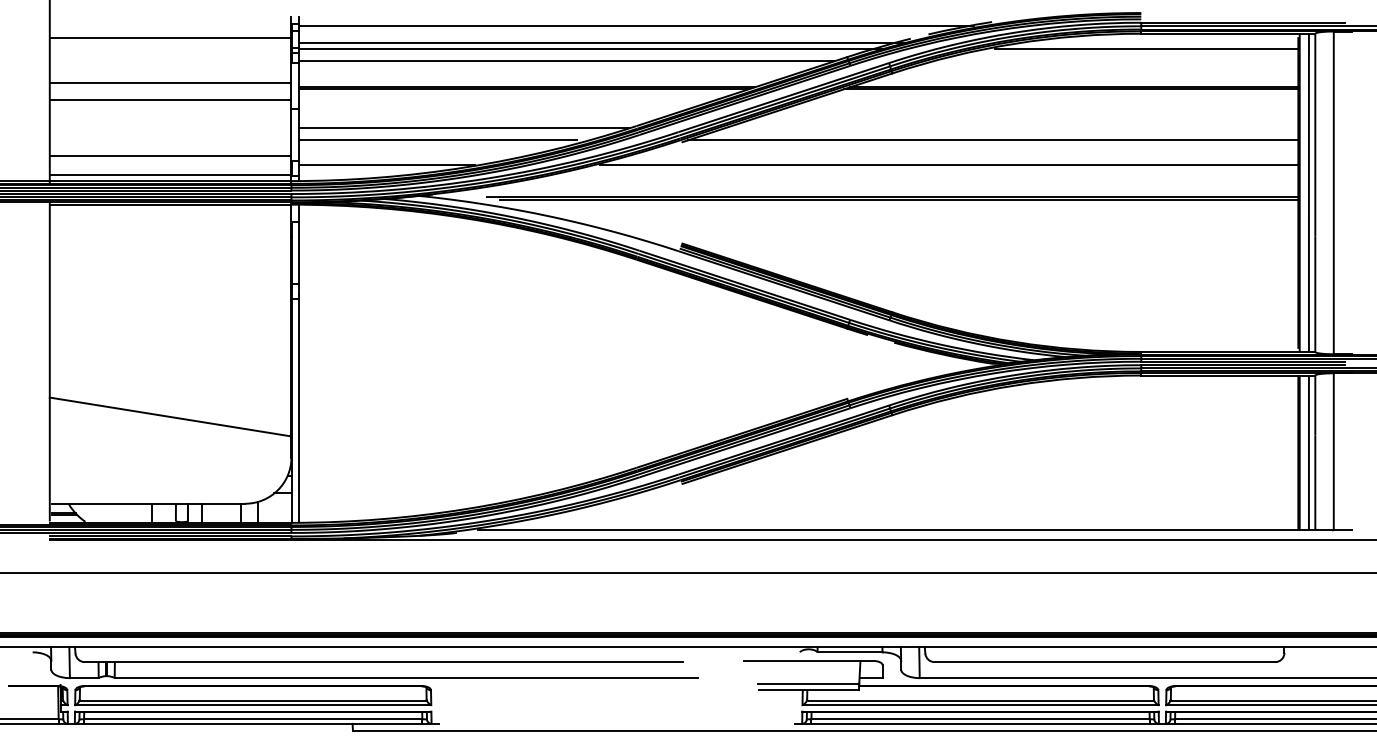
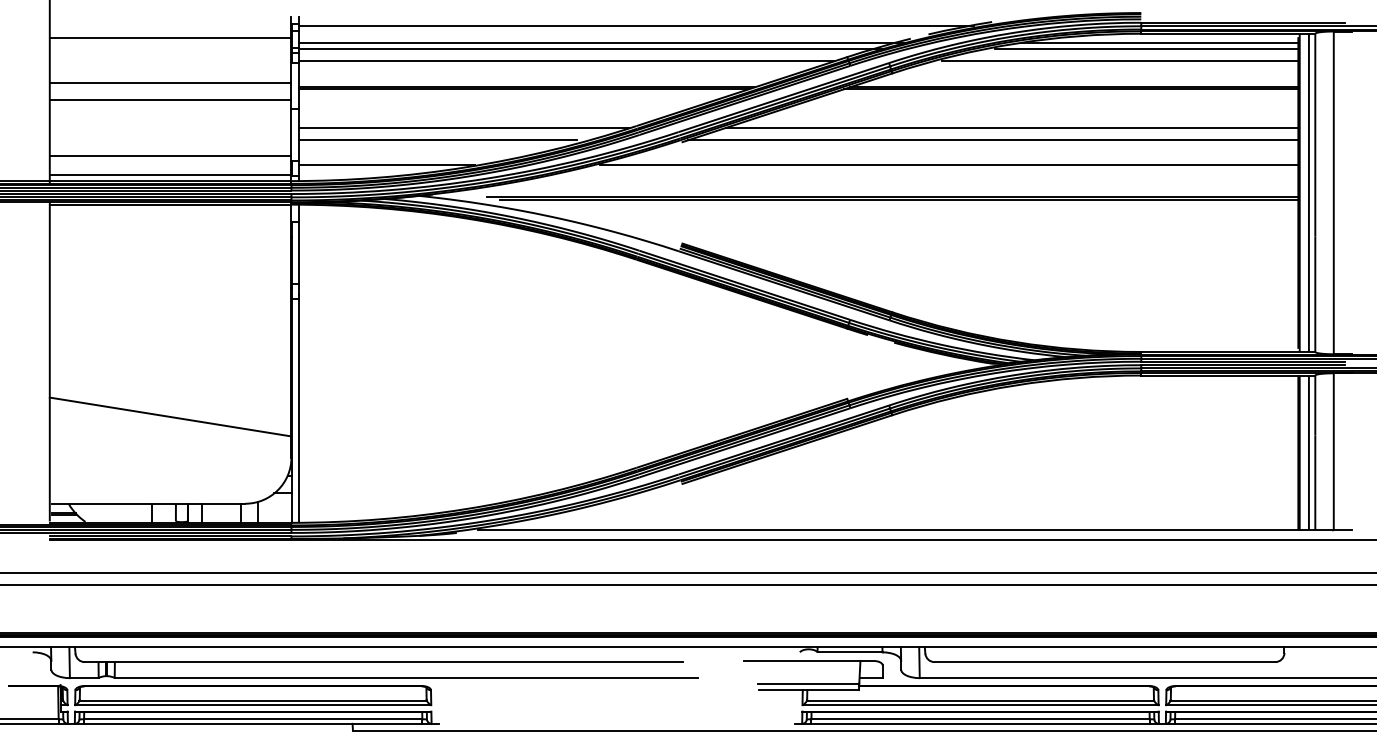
line at (1160, 43): none -> present
line at (1120, 61): none -> present
line at (1011, 127): none -> present
line at (687, 584): none -> present
